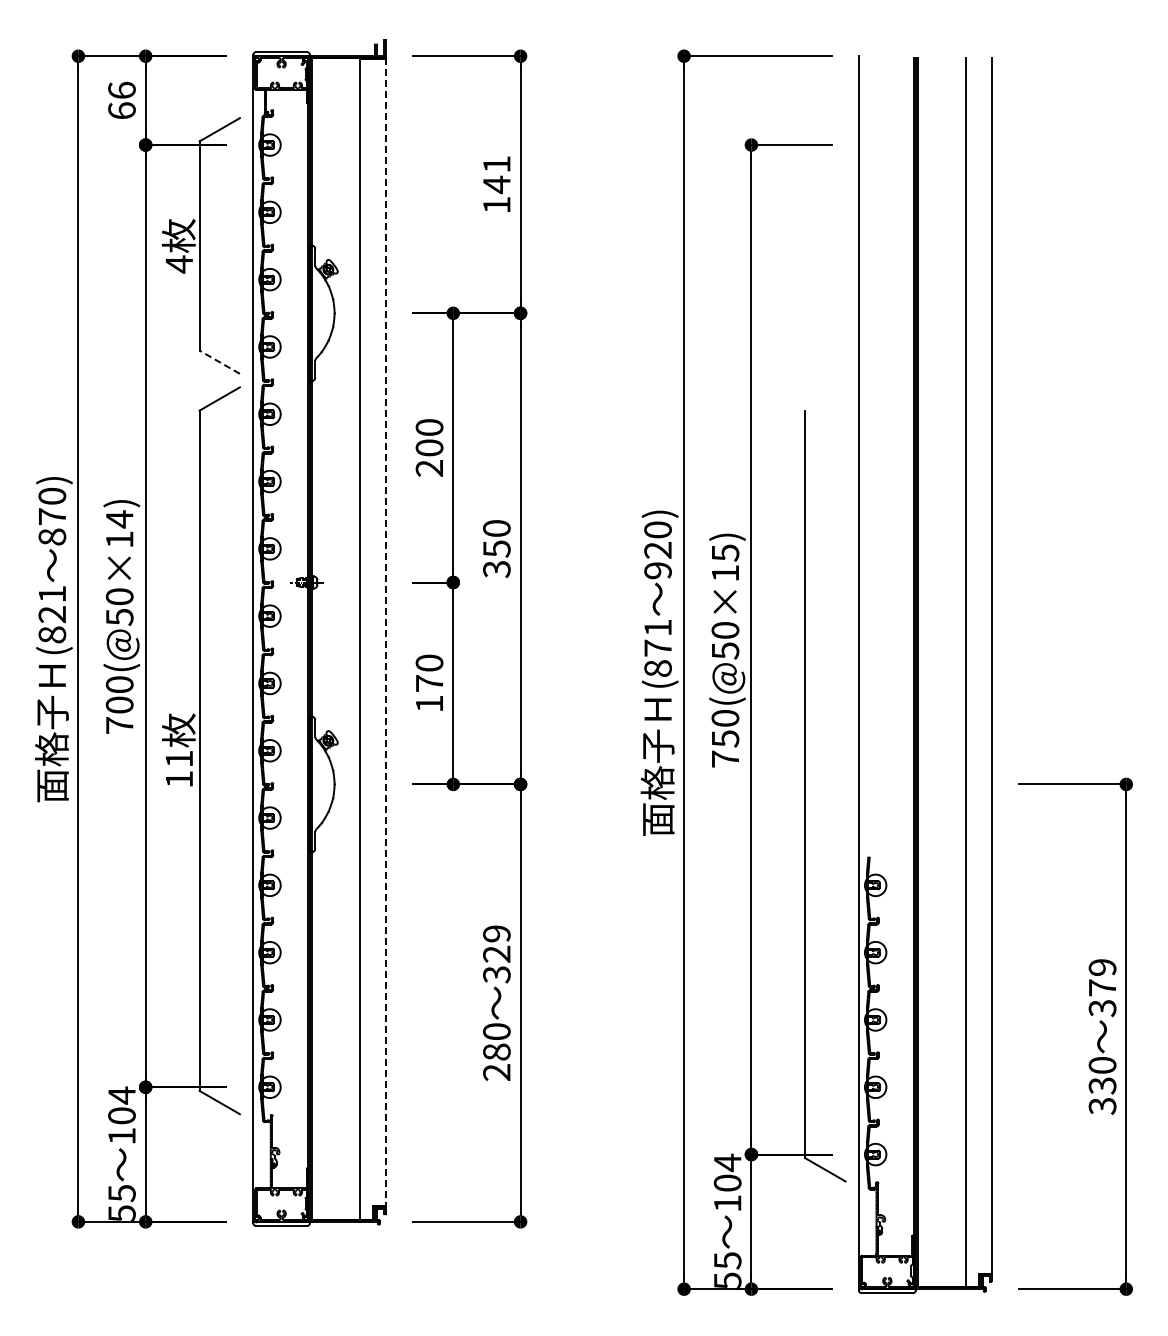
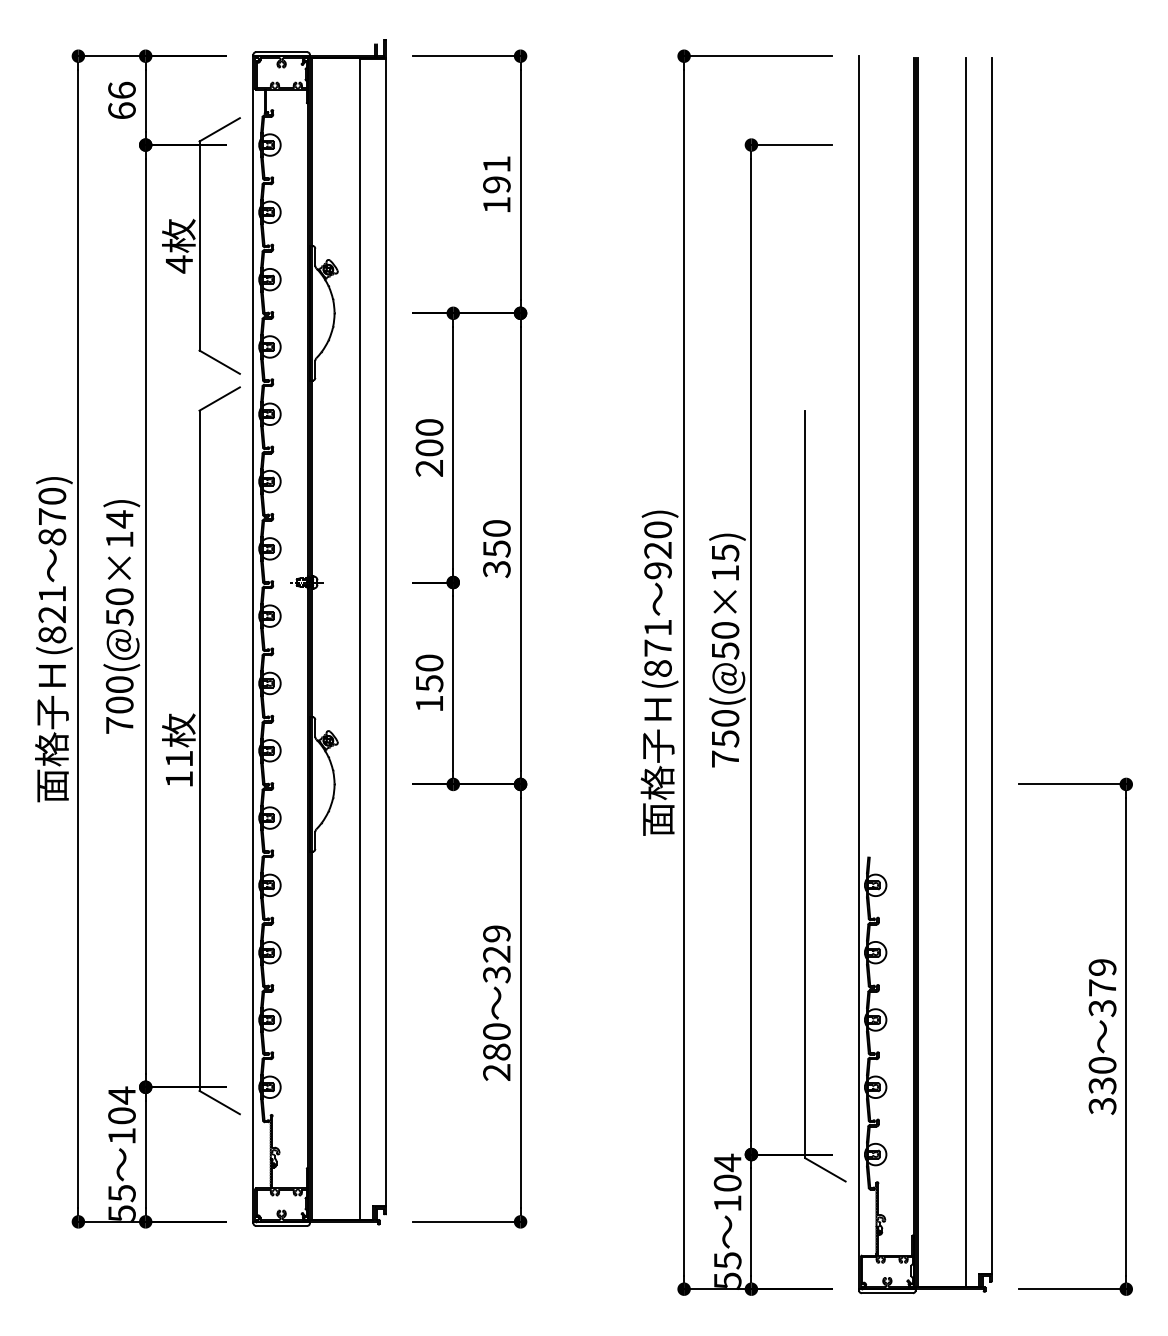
text at (496, 184): 141 -> 191
line at (219, 361): dashed -> solid
line at (385, 632): dashed -> solid
text at (429, 683): 170 -> 150
